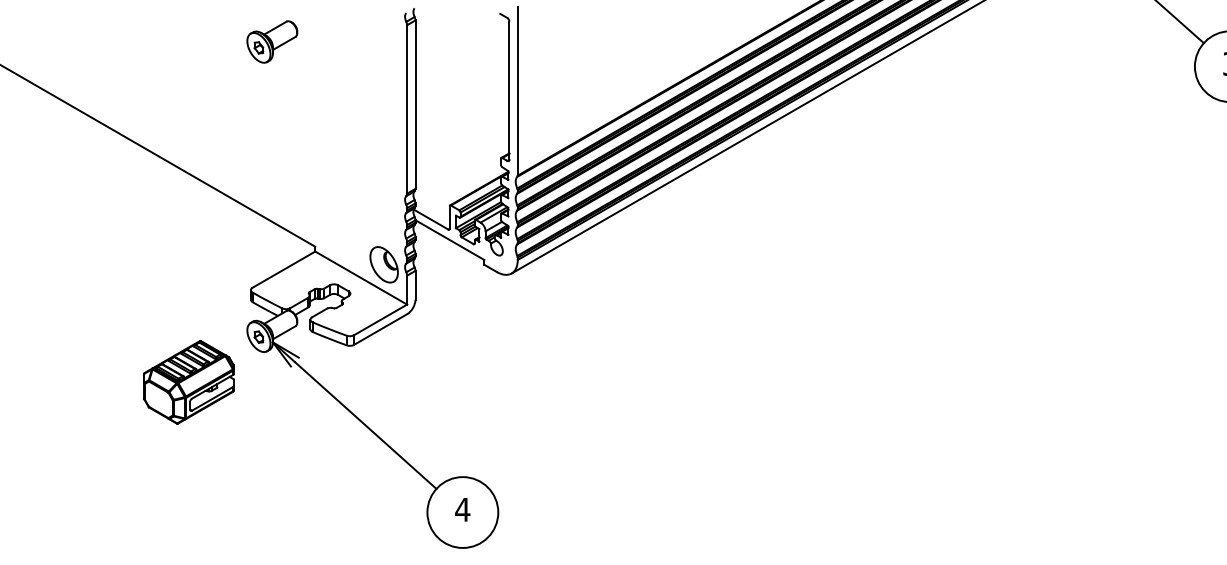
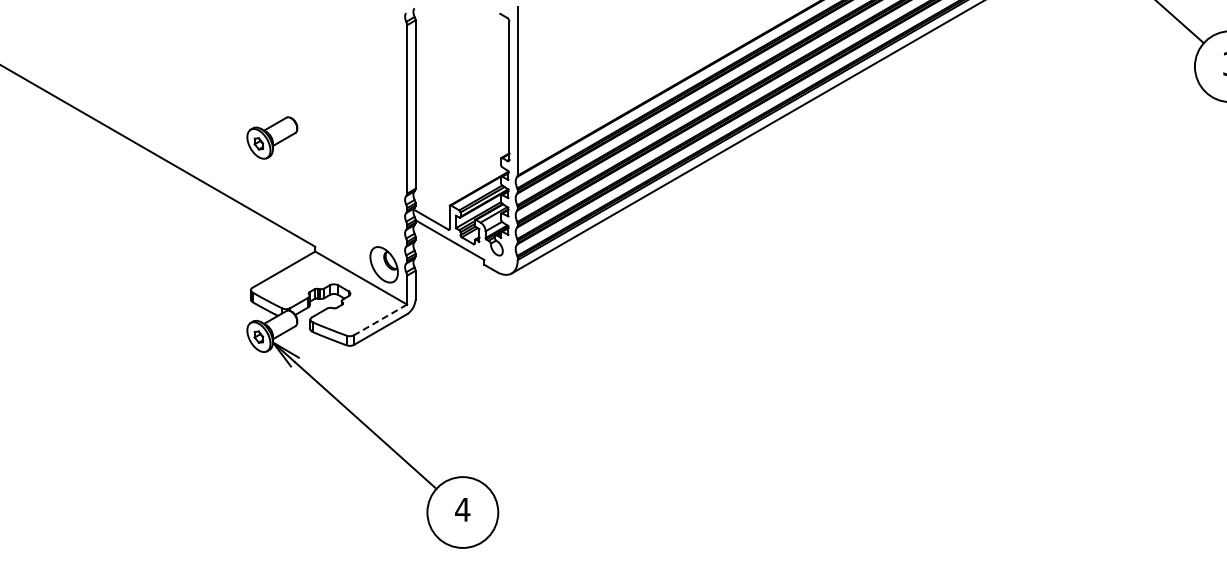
part at (272, 41) position: (272, 41) -> (272, 137)
line at (380, 319): solid -> dashed
part at (188, 382): present -> none
